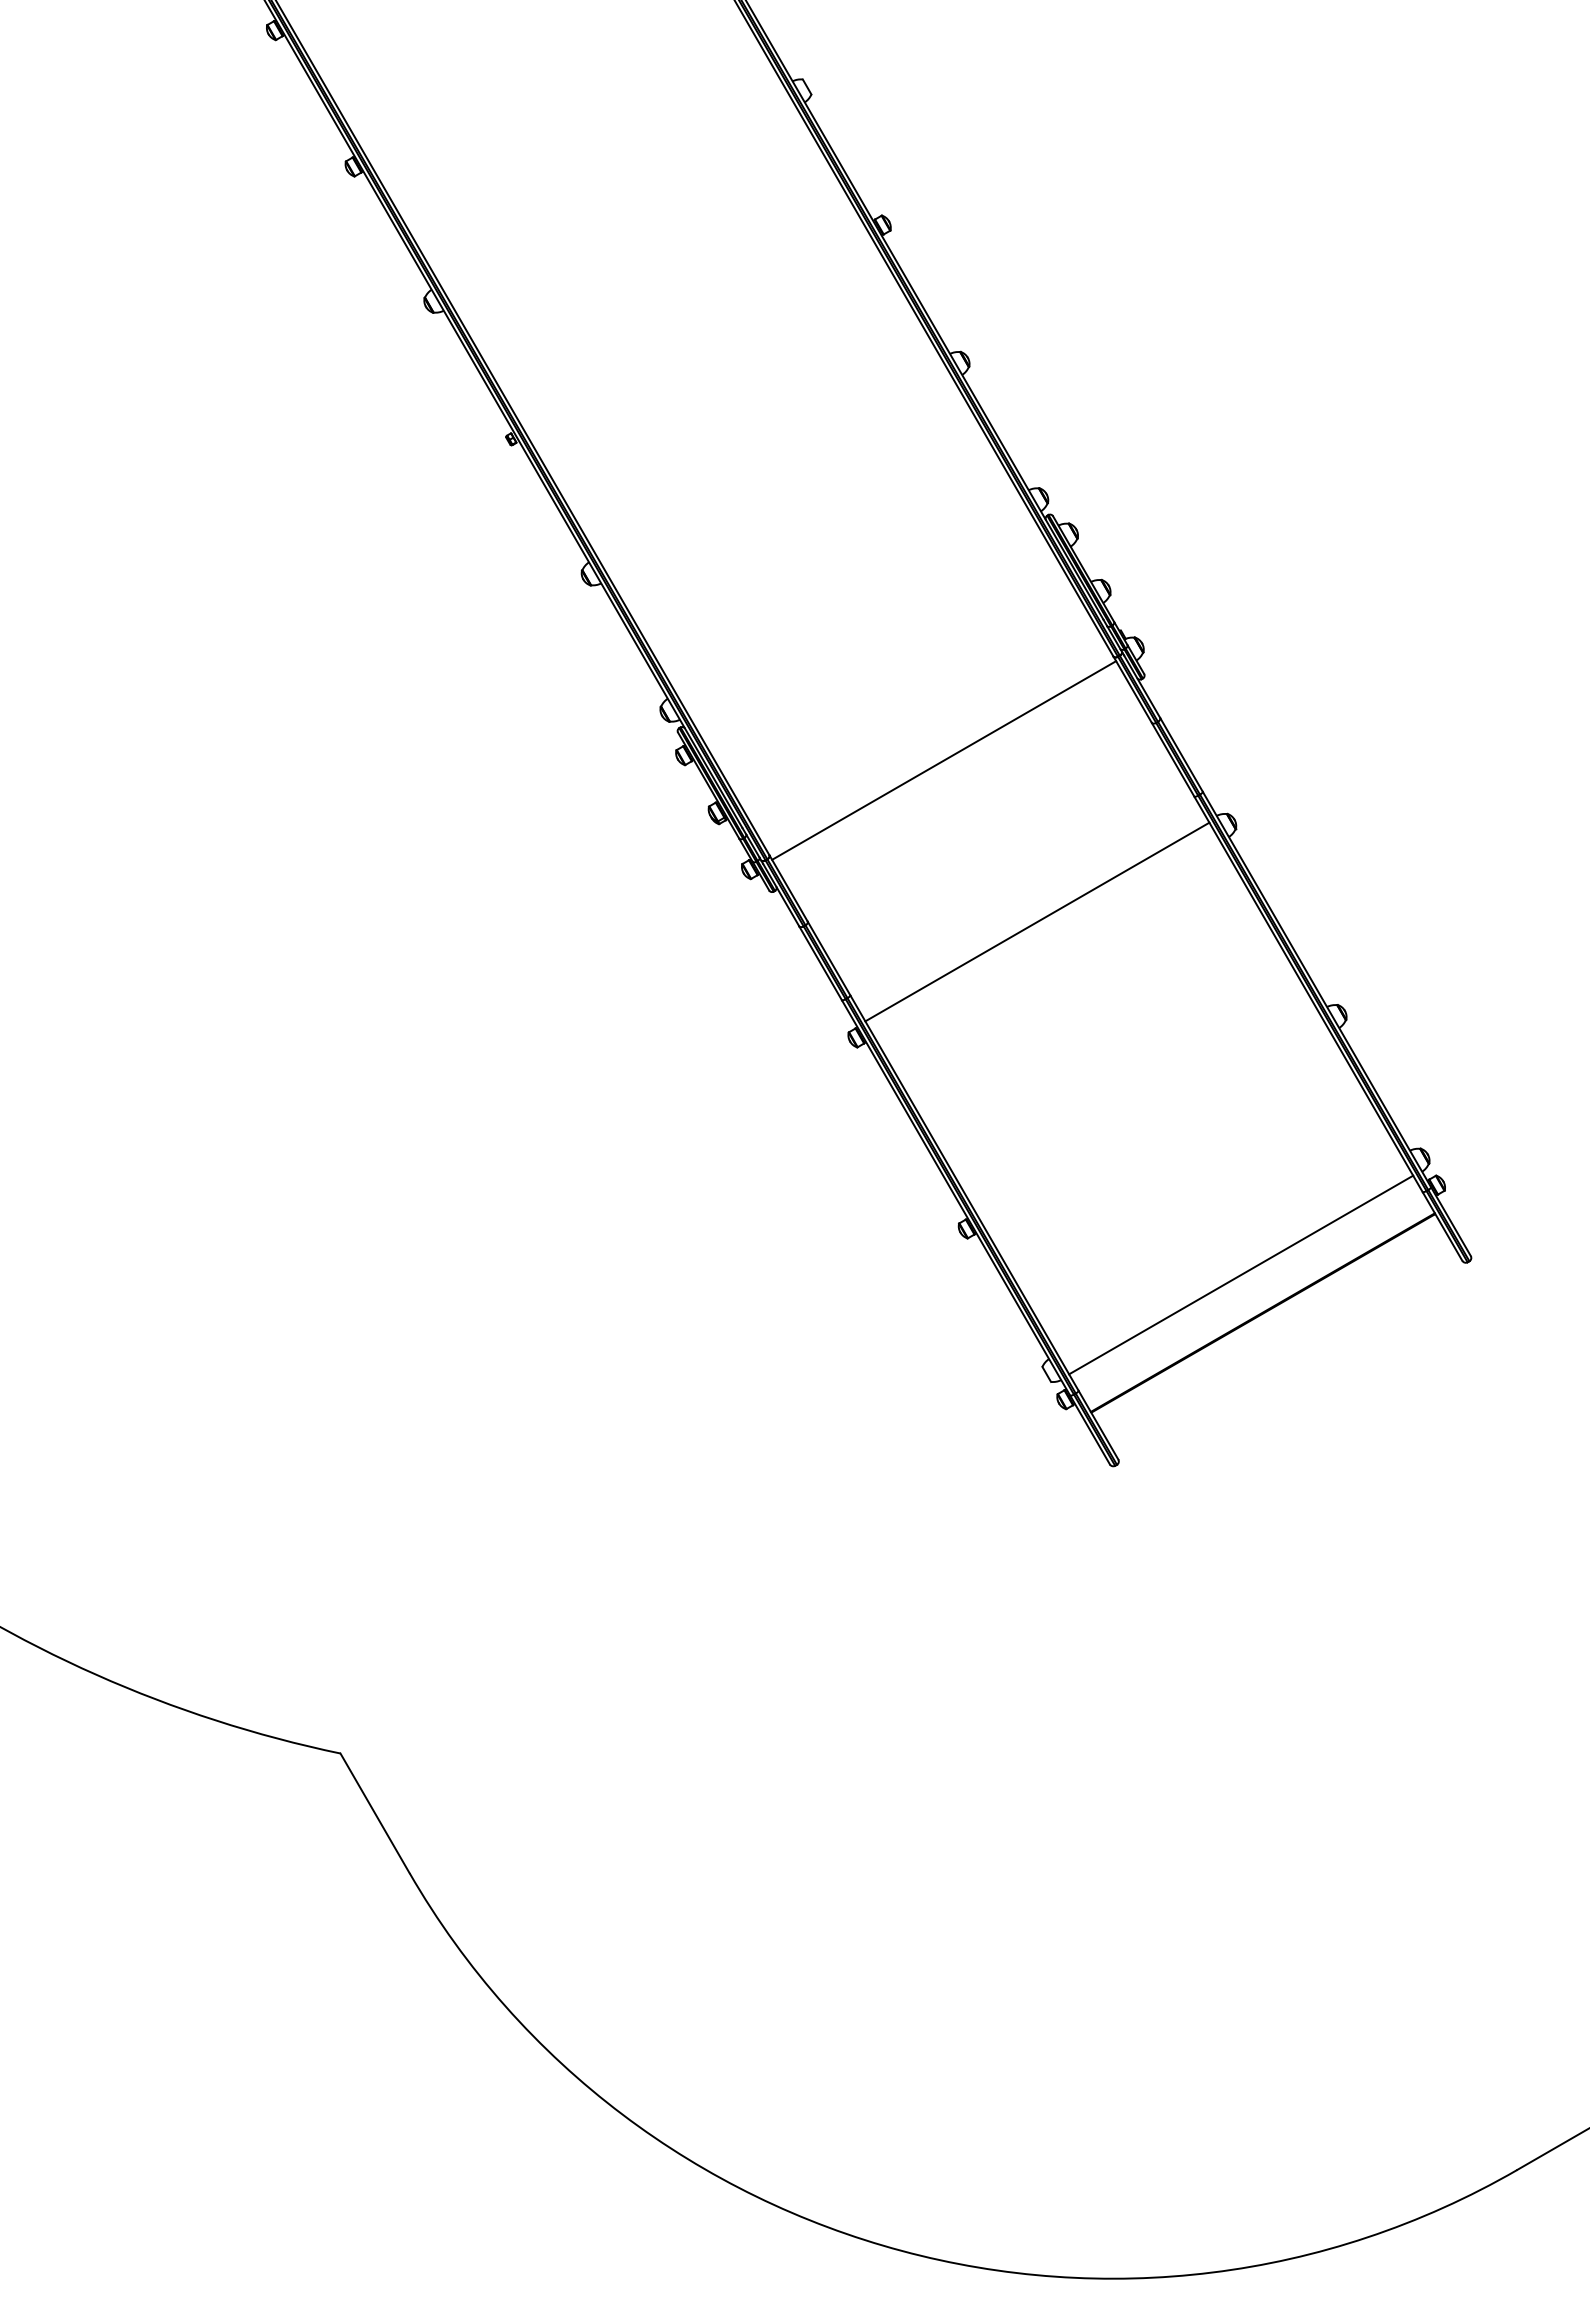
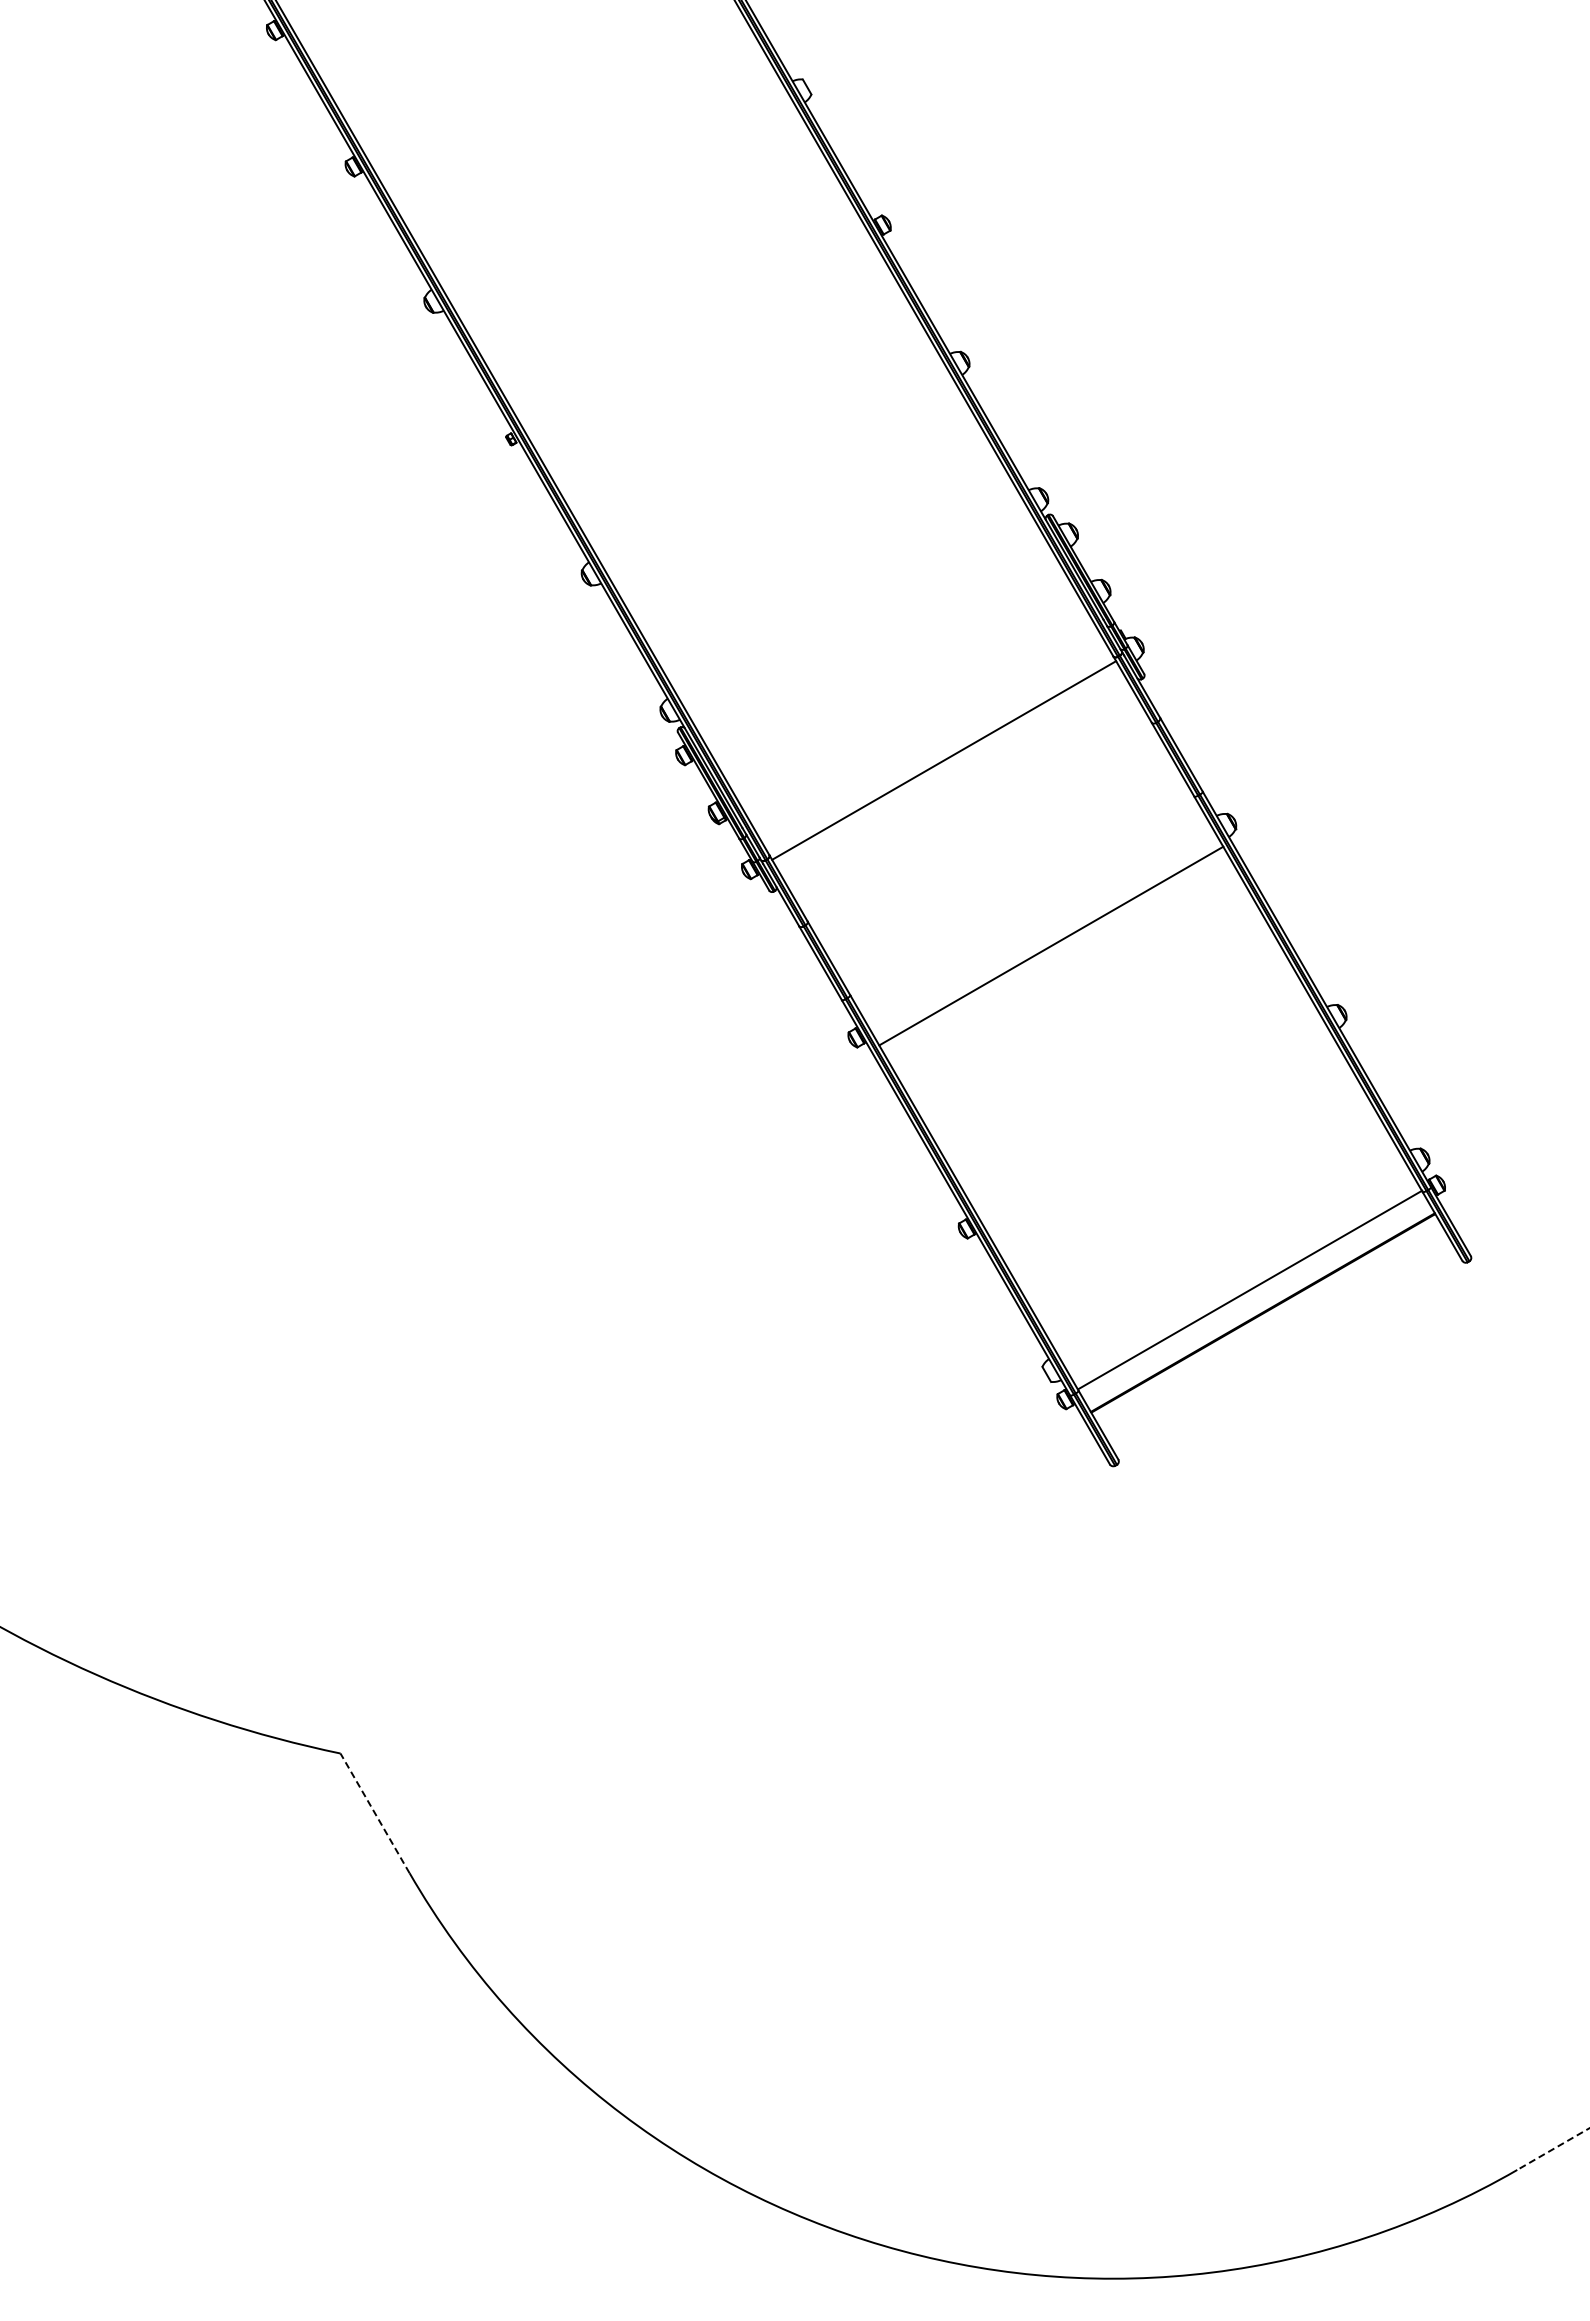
line at (1037, 921) position: (1037, 921) -> (1051, 945)
line at (1241, 1274) position: (1241, 1274) -> (1250, 1289)
line at (374, 1812): solid -> dashed
line at (1553, 2148): solid -> dashed
